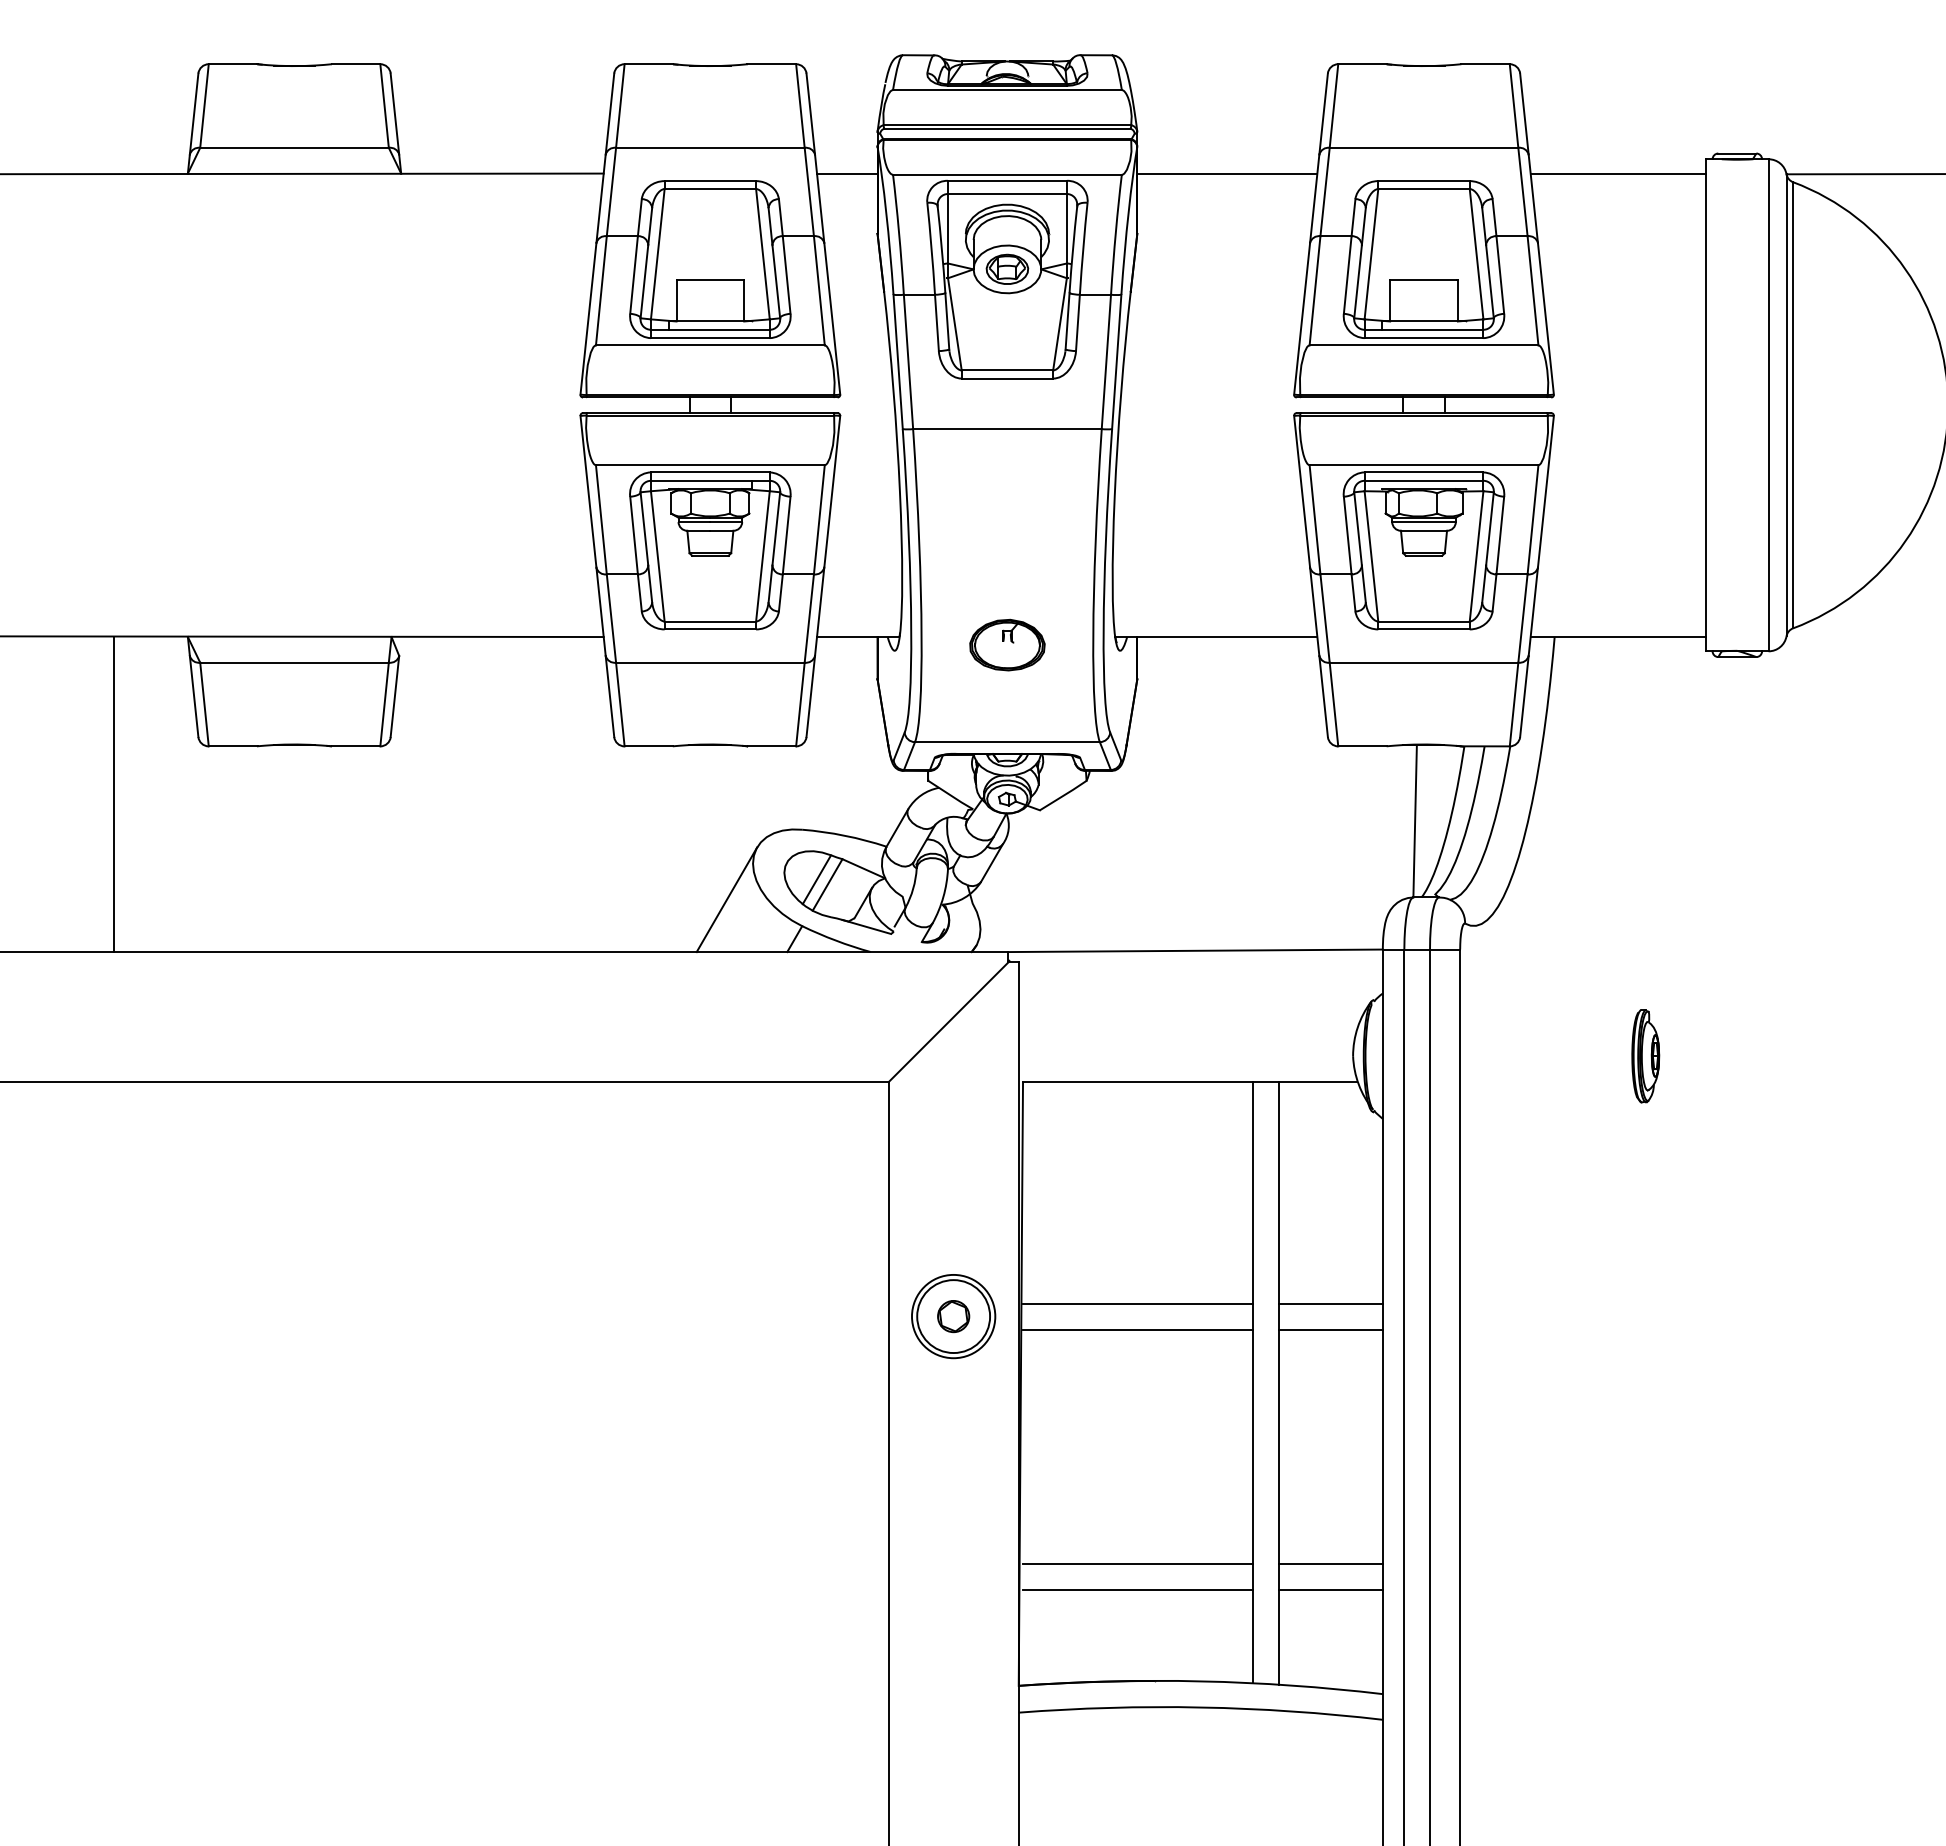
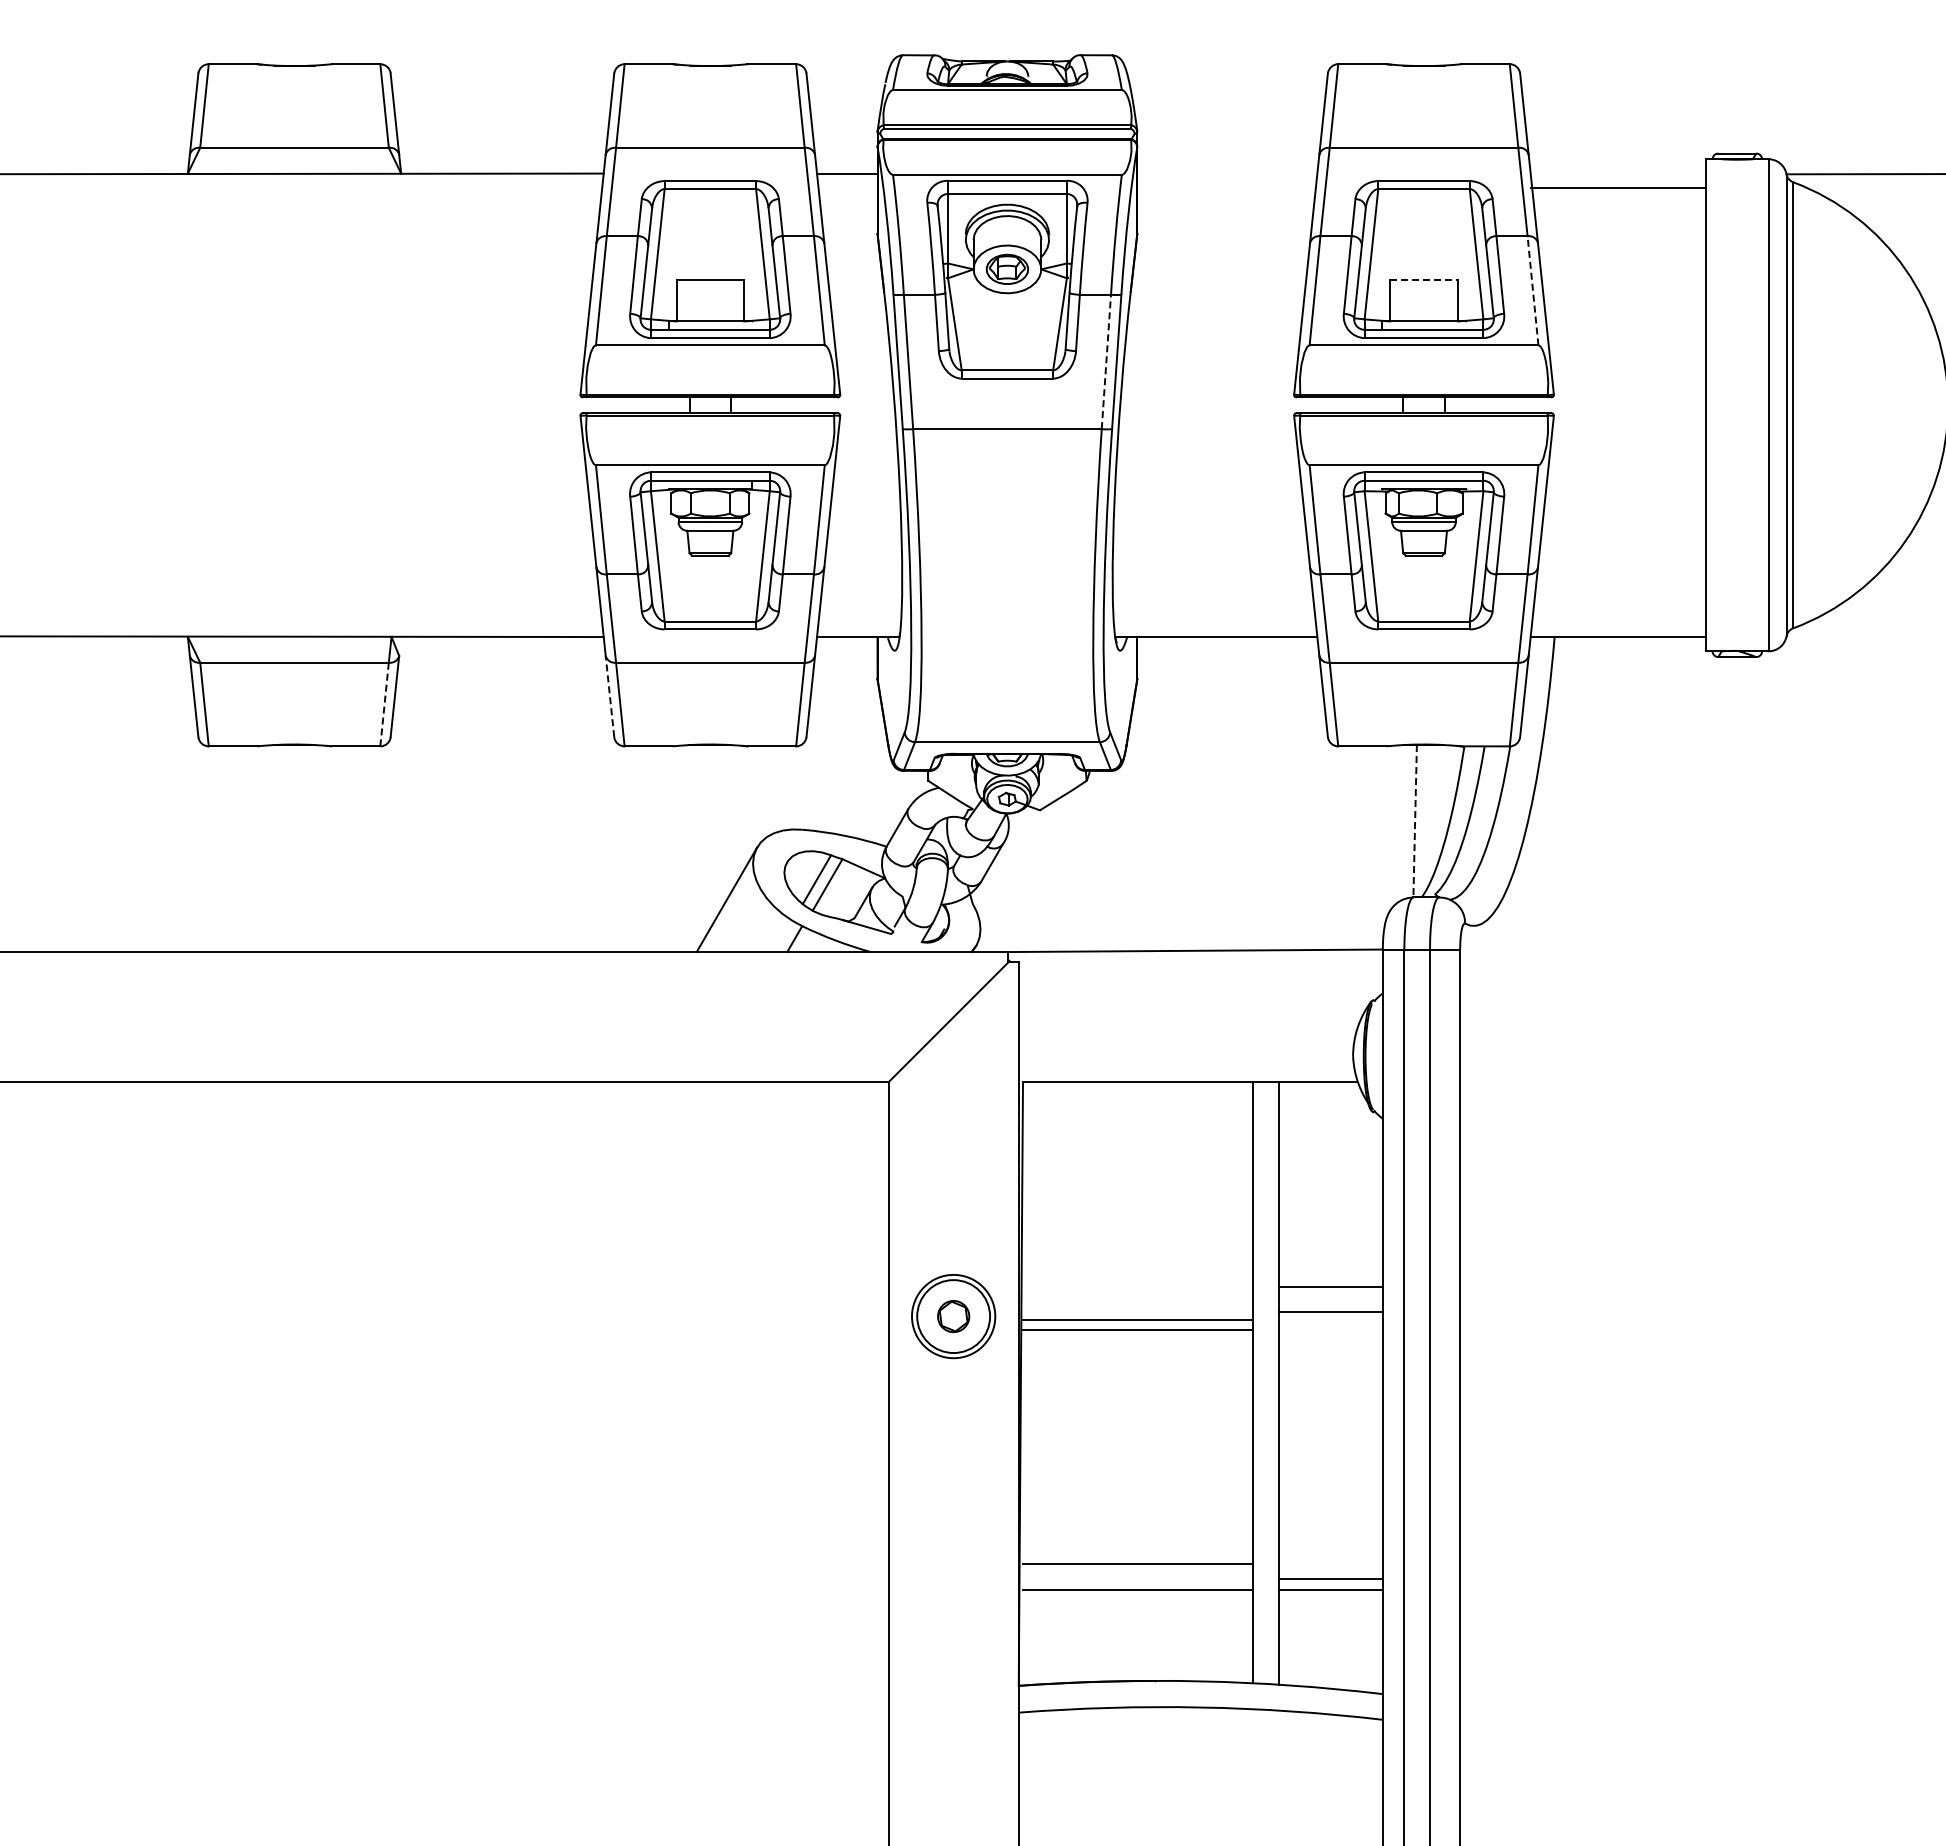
line at (1227, 173): present -> none
line at (1617, 173) position: (1617, 173) -> (1617, 187)
line at (1423, 279): solid -> dashed
line at (1533, 290): solid -> dashed
line at (1106, 361): solid -> dashed
part at (1007, 644): present -> none
line at (609, 696): solid -> dashed
line at (384, 704): solid -> dashed
line at (113, 794): present -> none
line at (1415, 821): solid -> dashed
part at (1645, 1056): present -> none
line at (1138, 1303) position: (1138, 1303) -> (1138, 1319)
line at (1330, 1303) position: (1330, 1303) -> (1330, 1286)
line at (1330, 1329) position: (1330, 1329) -> (1330, 1311)
line at (1330, 1563) position: (1330, 1563) -> (1330, 1578)
